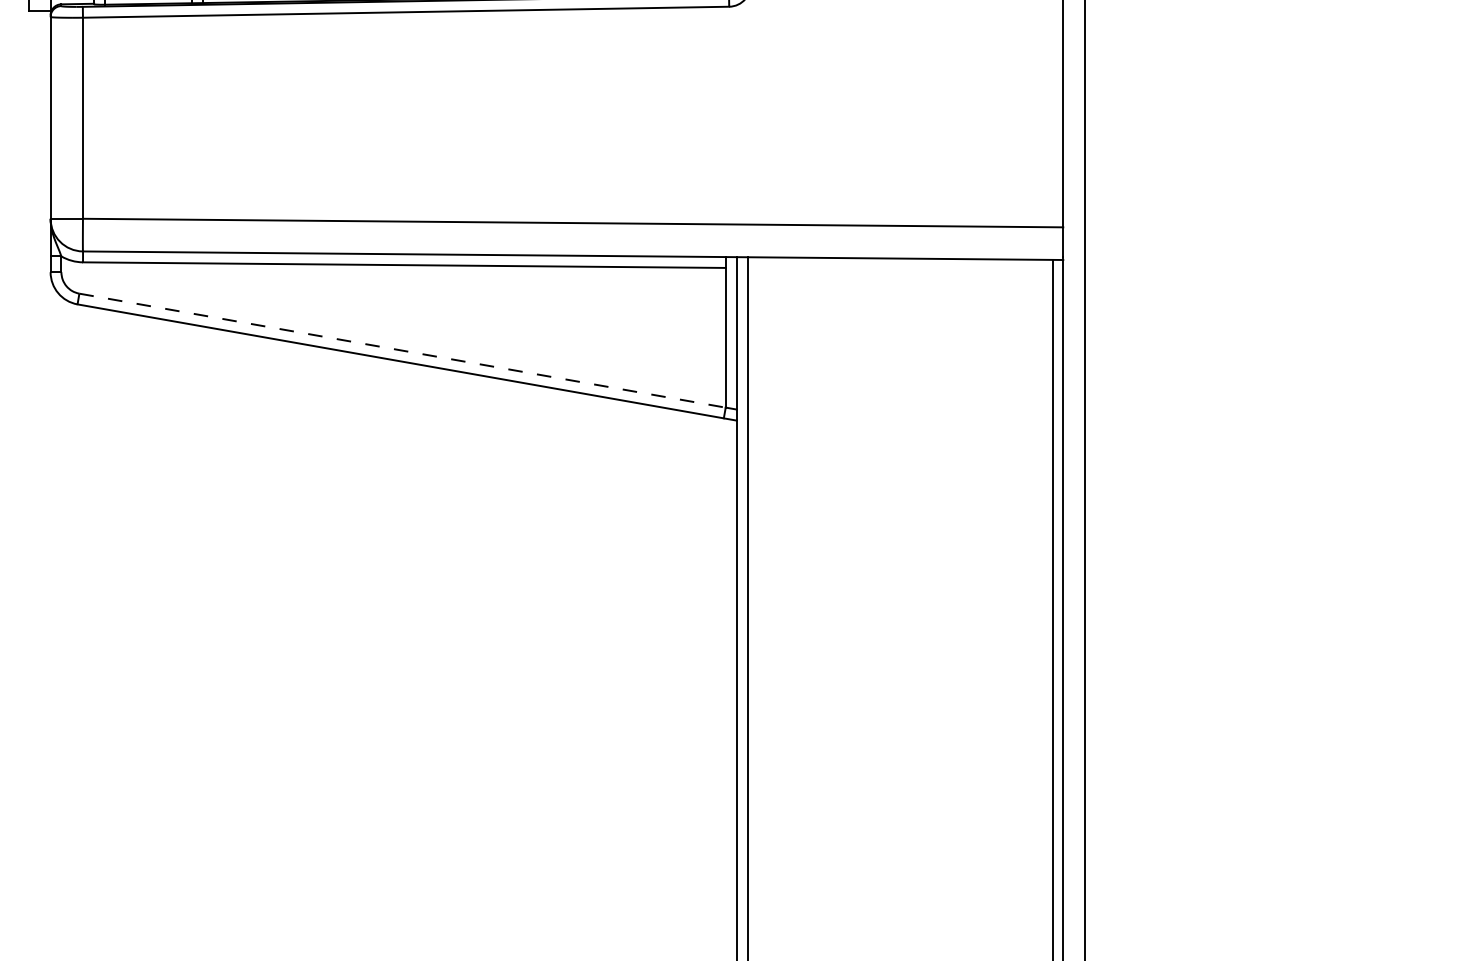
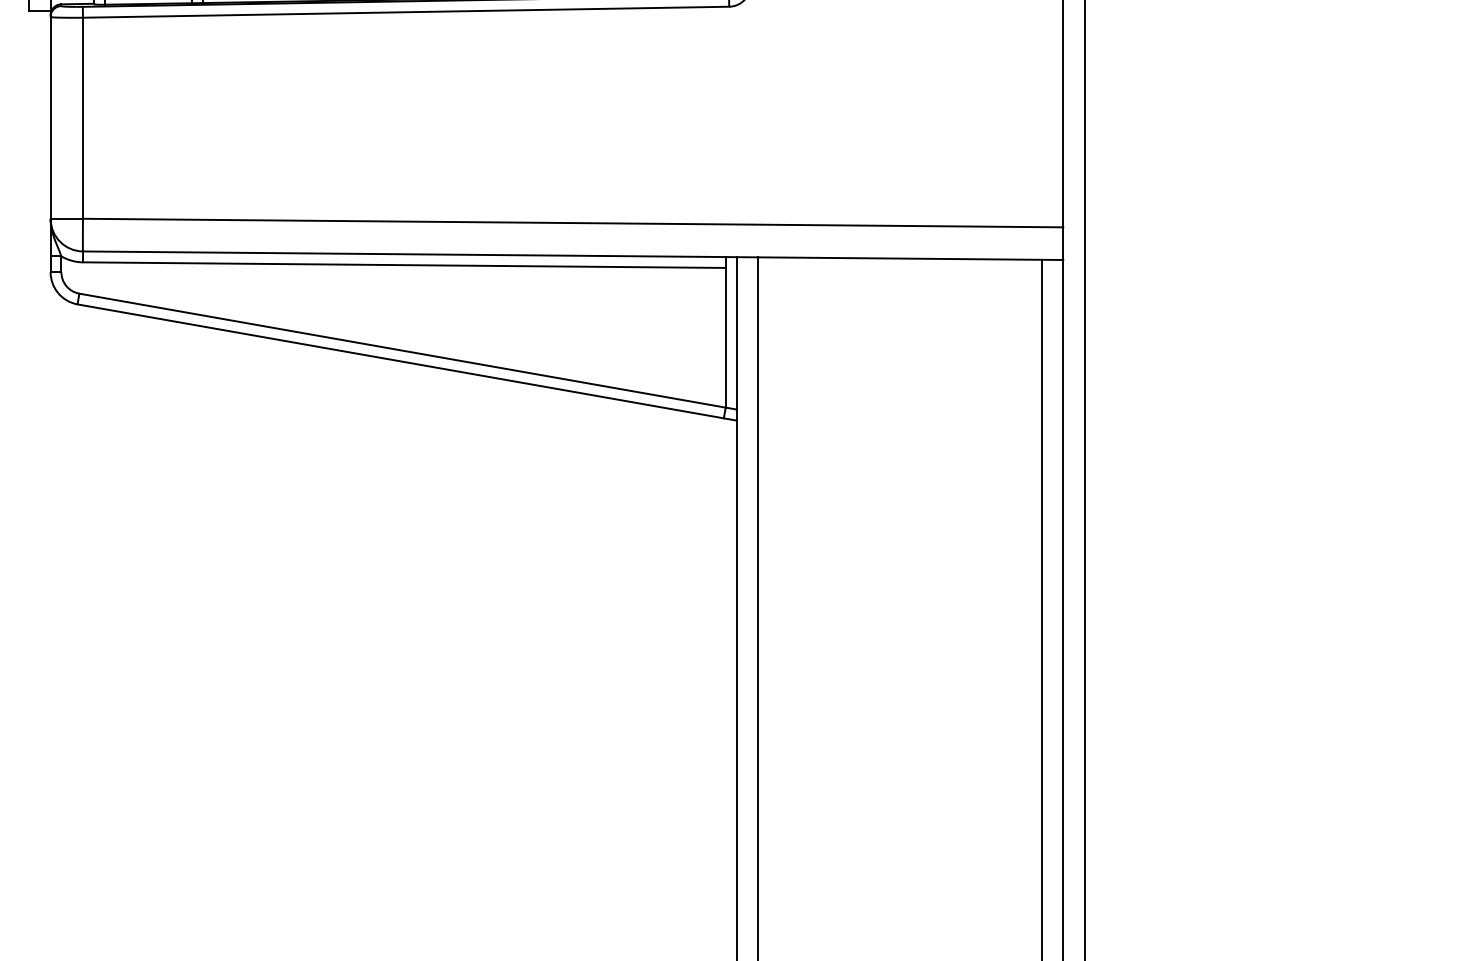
line at (403, 350): dashed -> solid
line at (747, 607) position: (747, 607) -> (757, 607)
line at (1053, 608) position: (1053, 608) -> (1042, 608)
